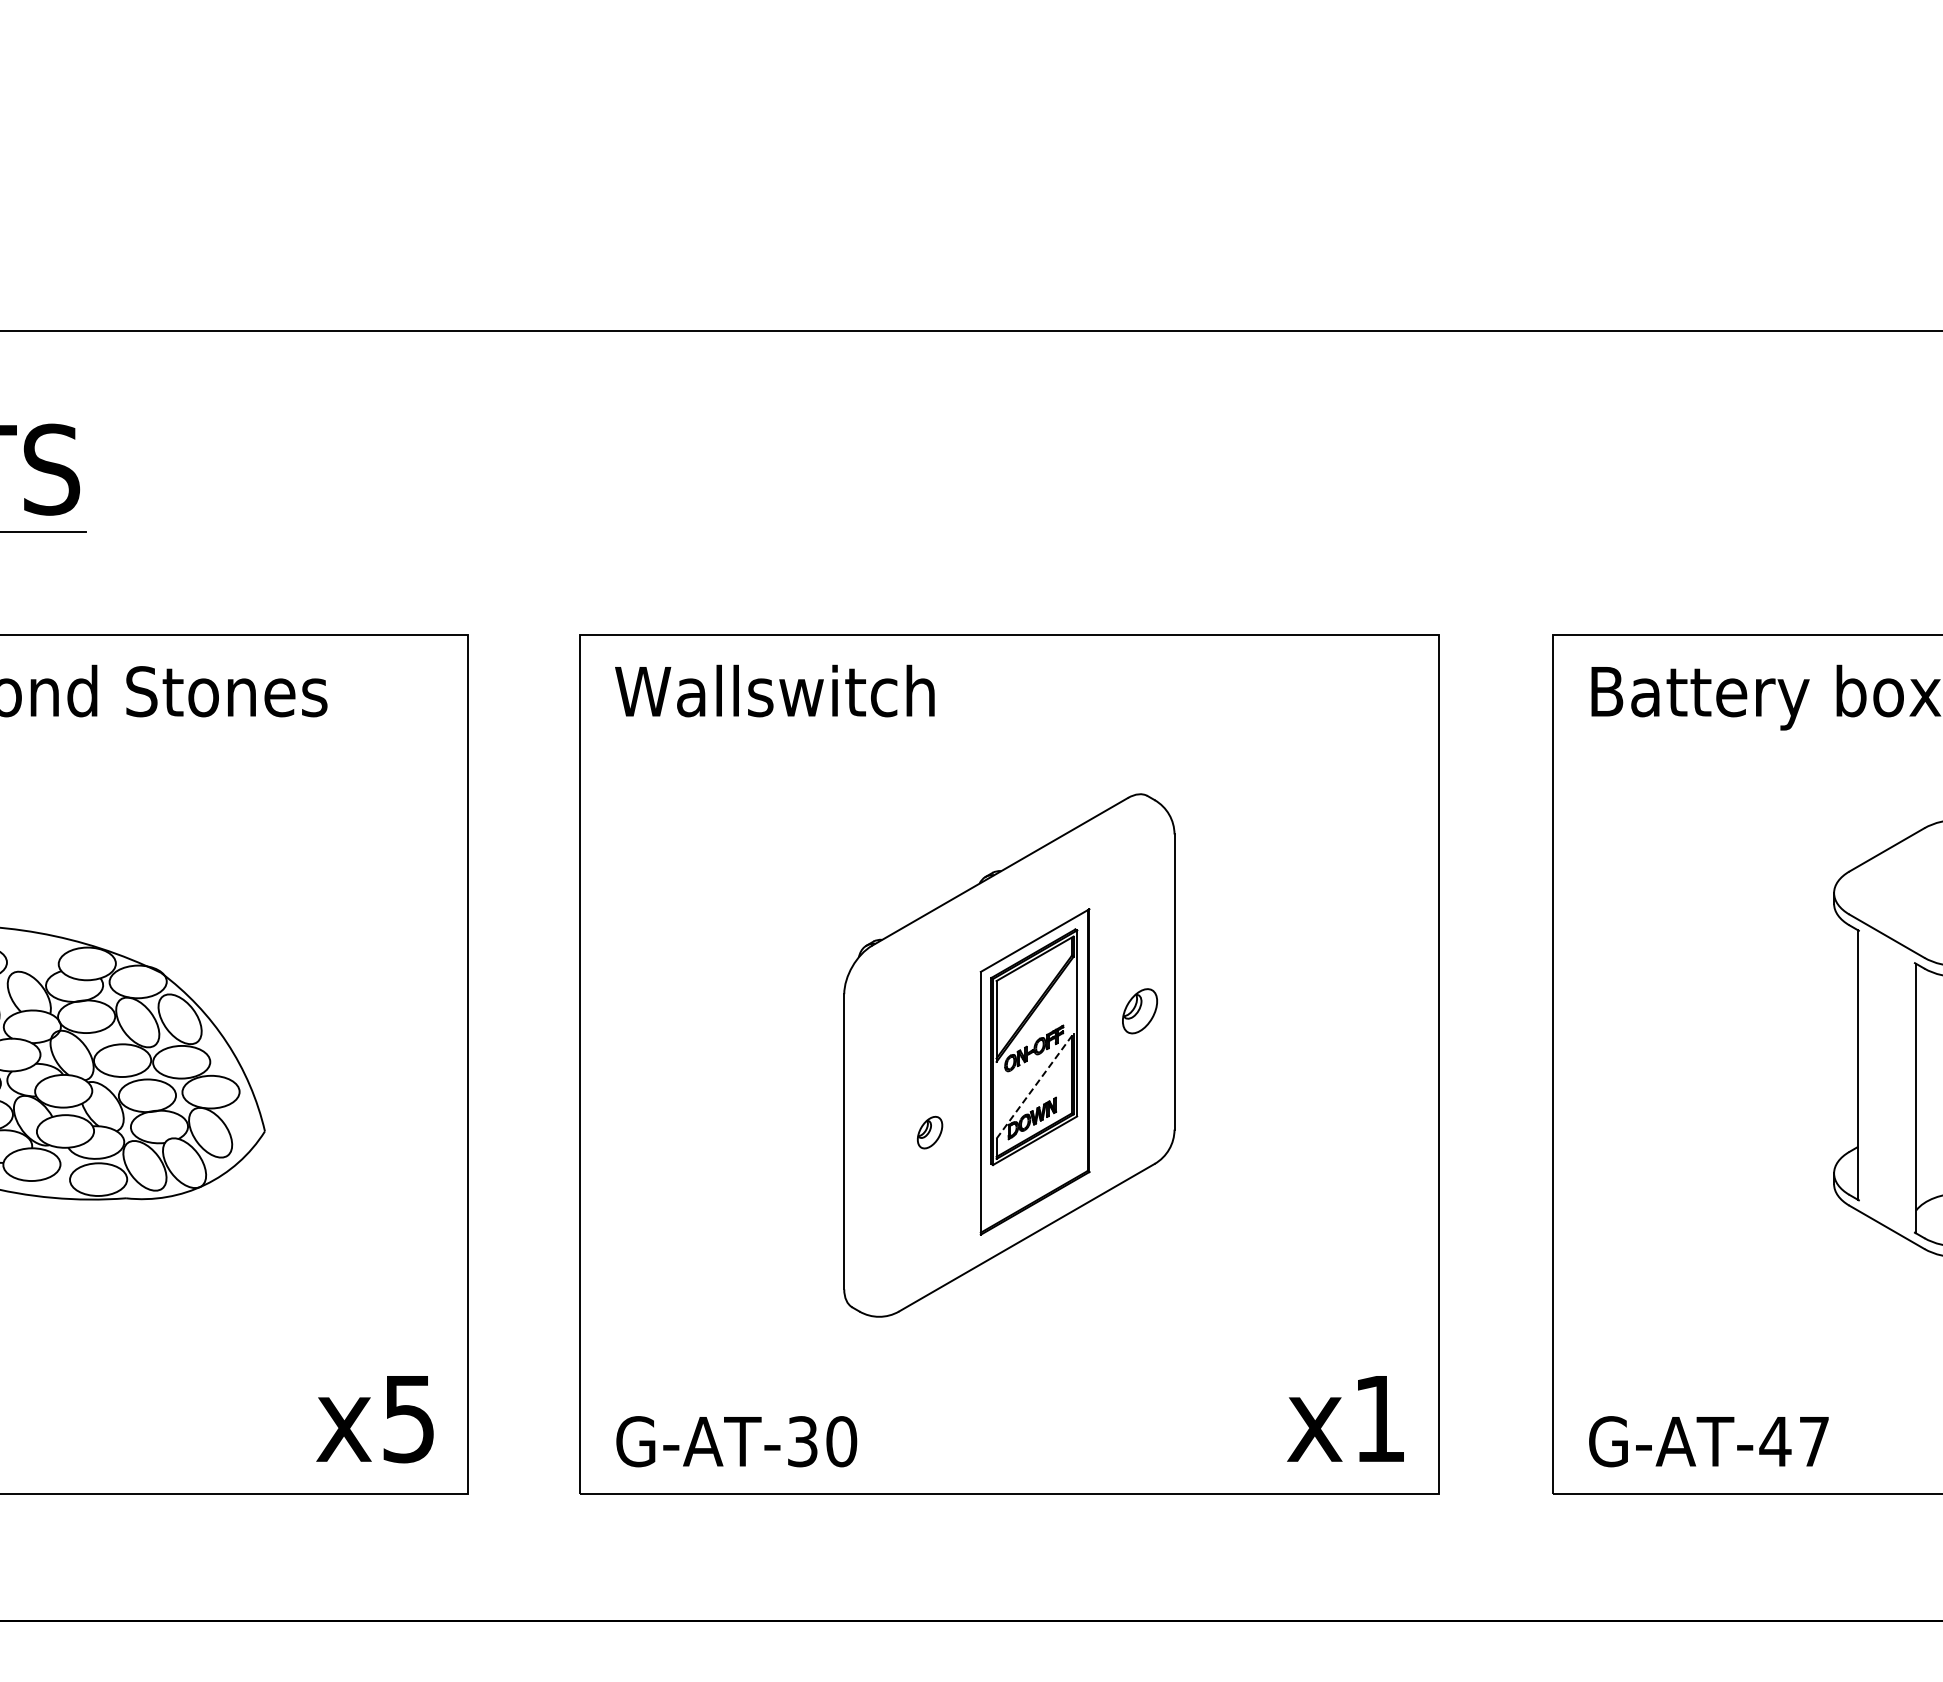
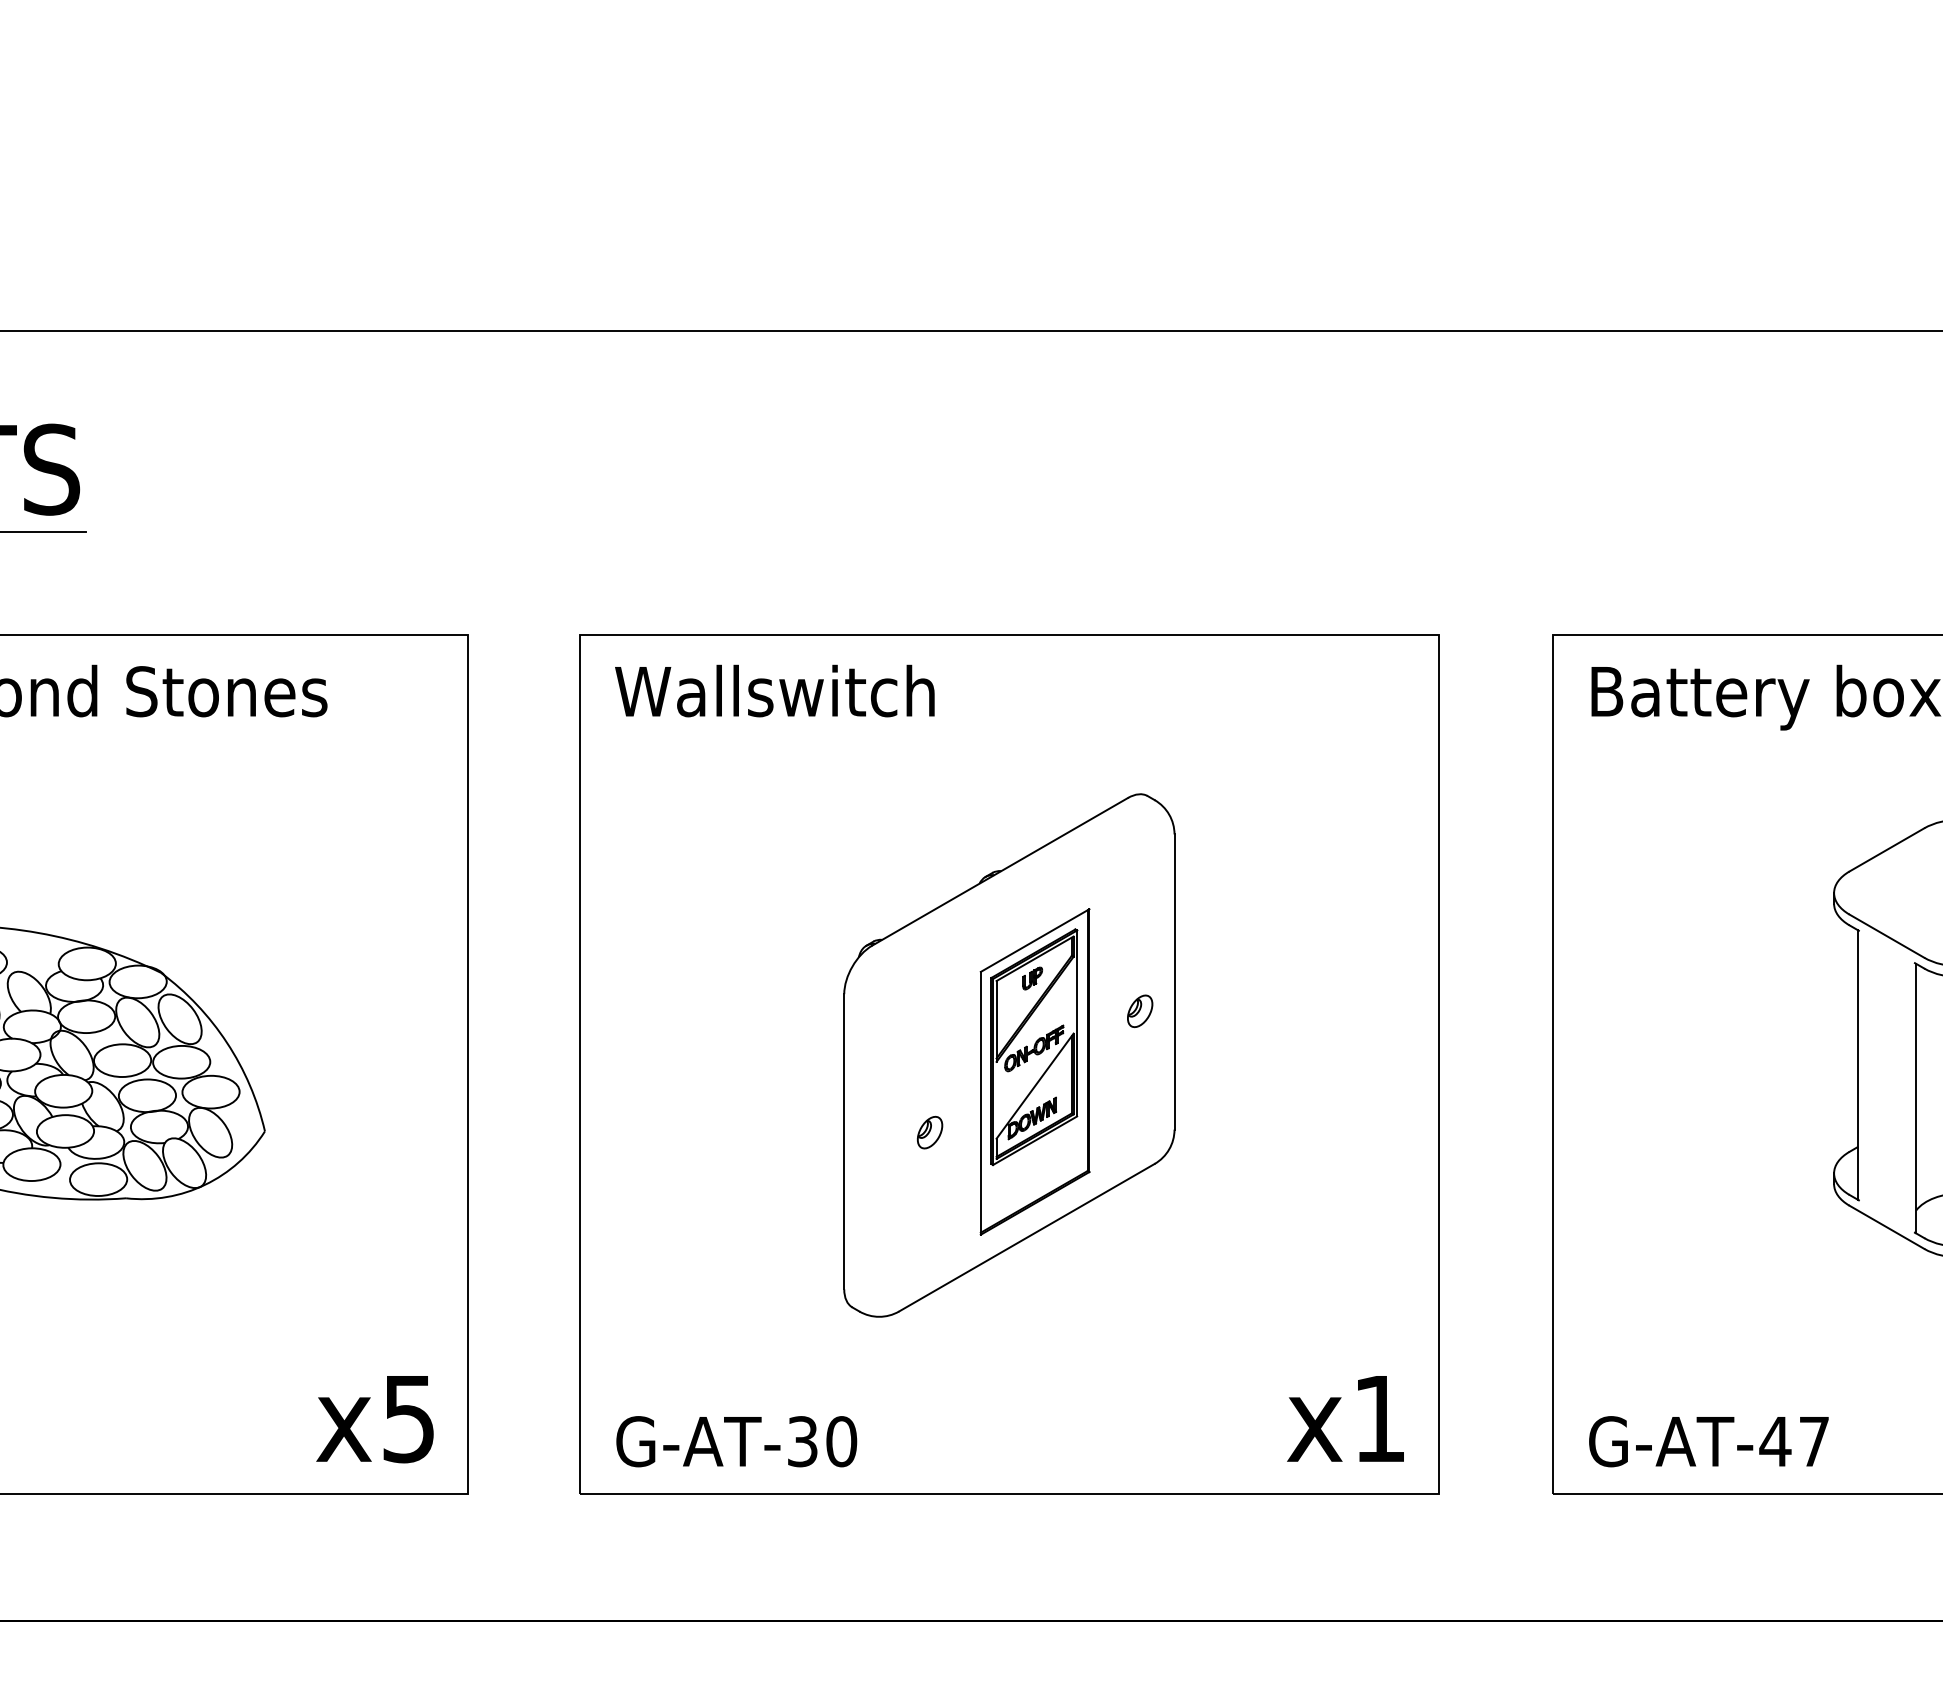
part at (1032, 978): none -> present
part at (1139, 1011) size: 36x47 px -> 27x35 px
line at (1035, 1085): dashed -> solid
